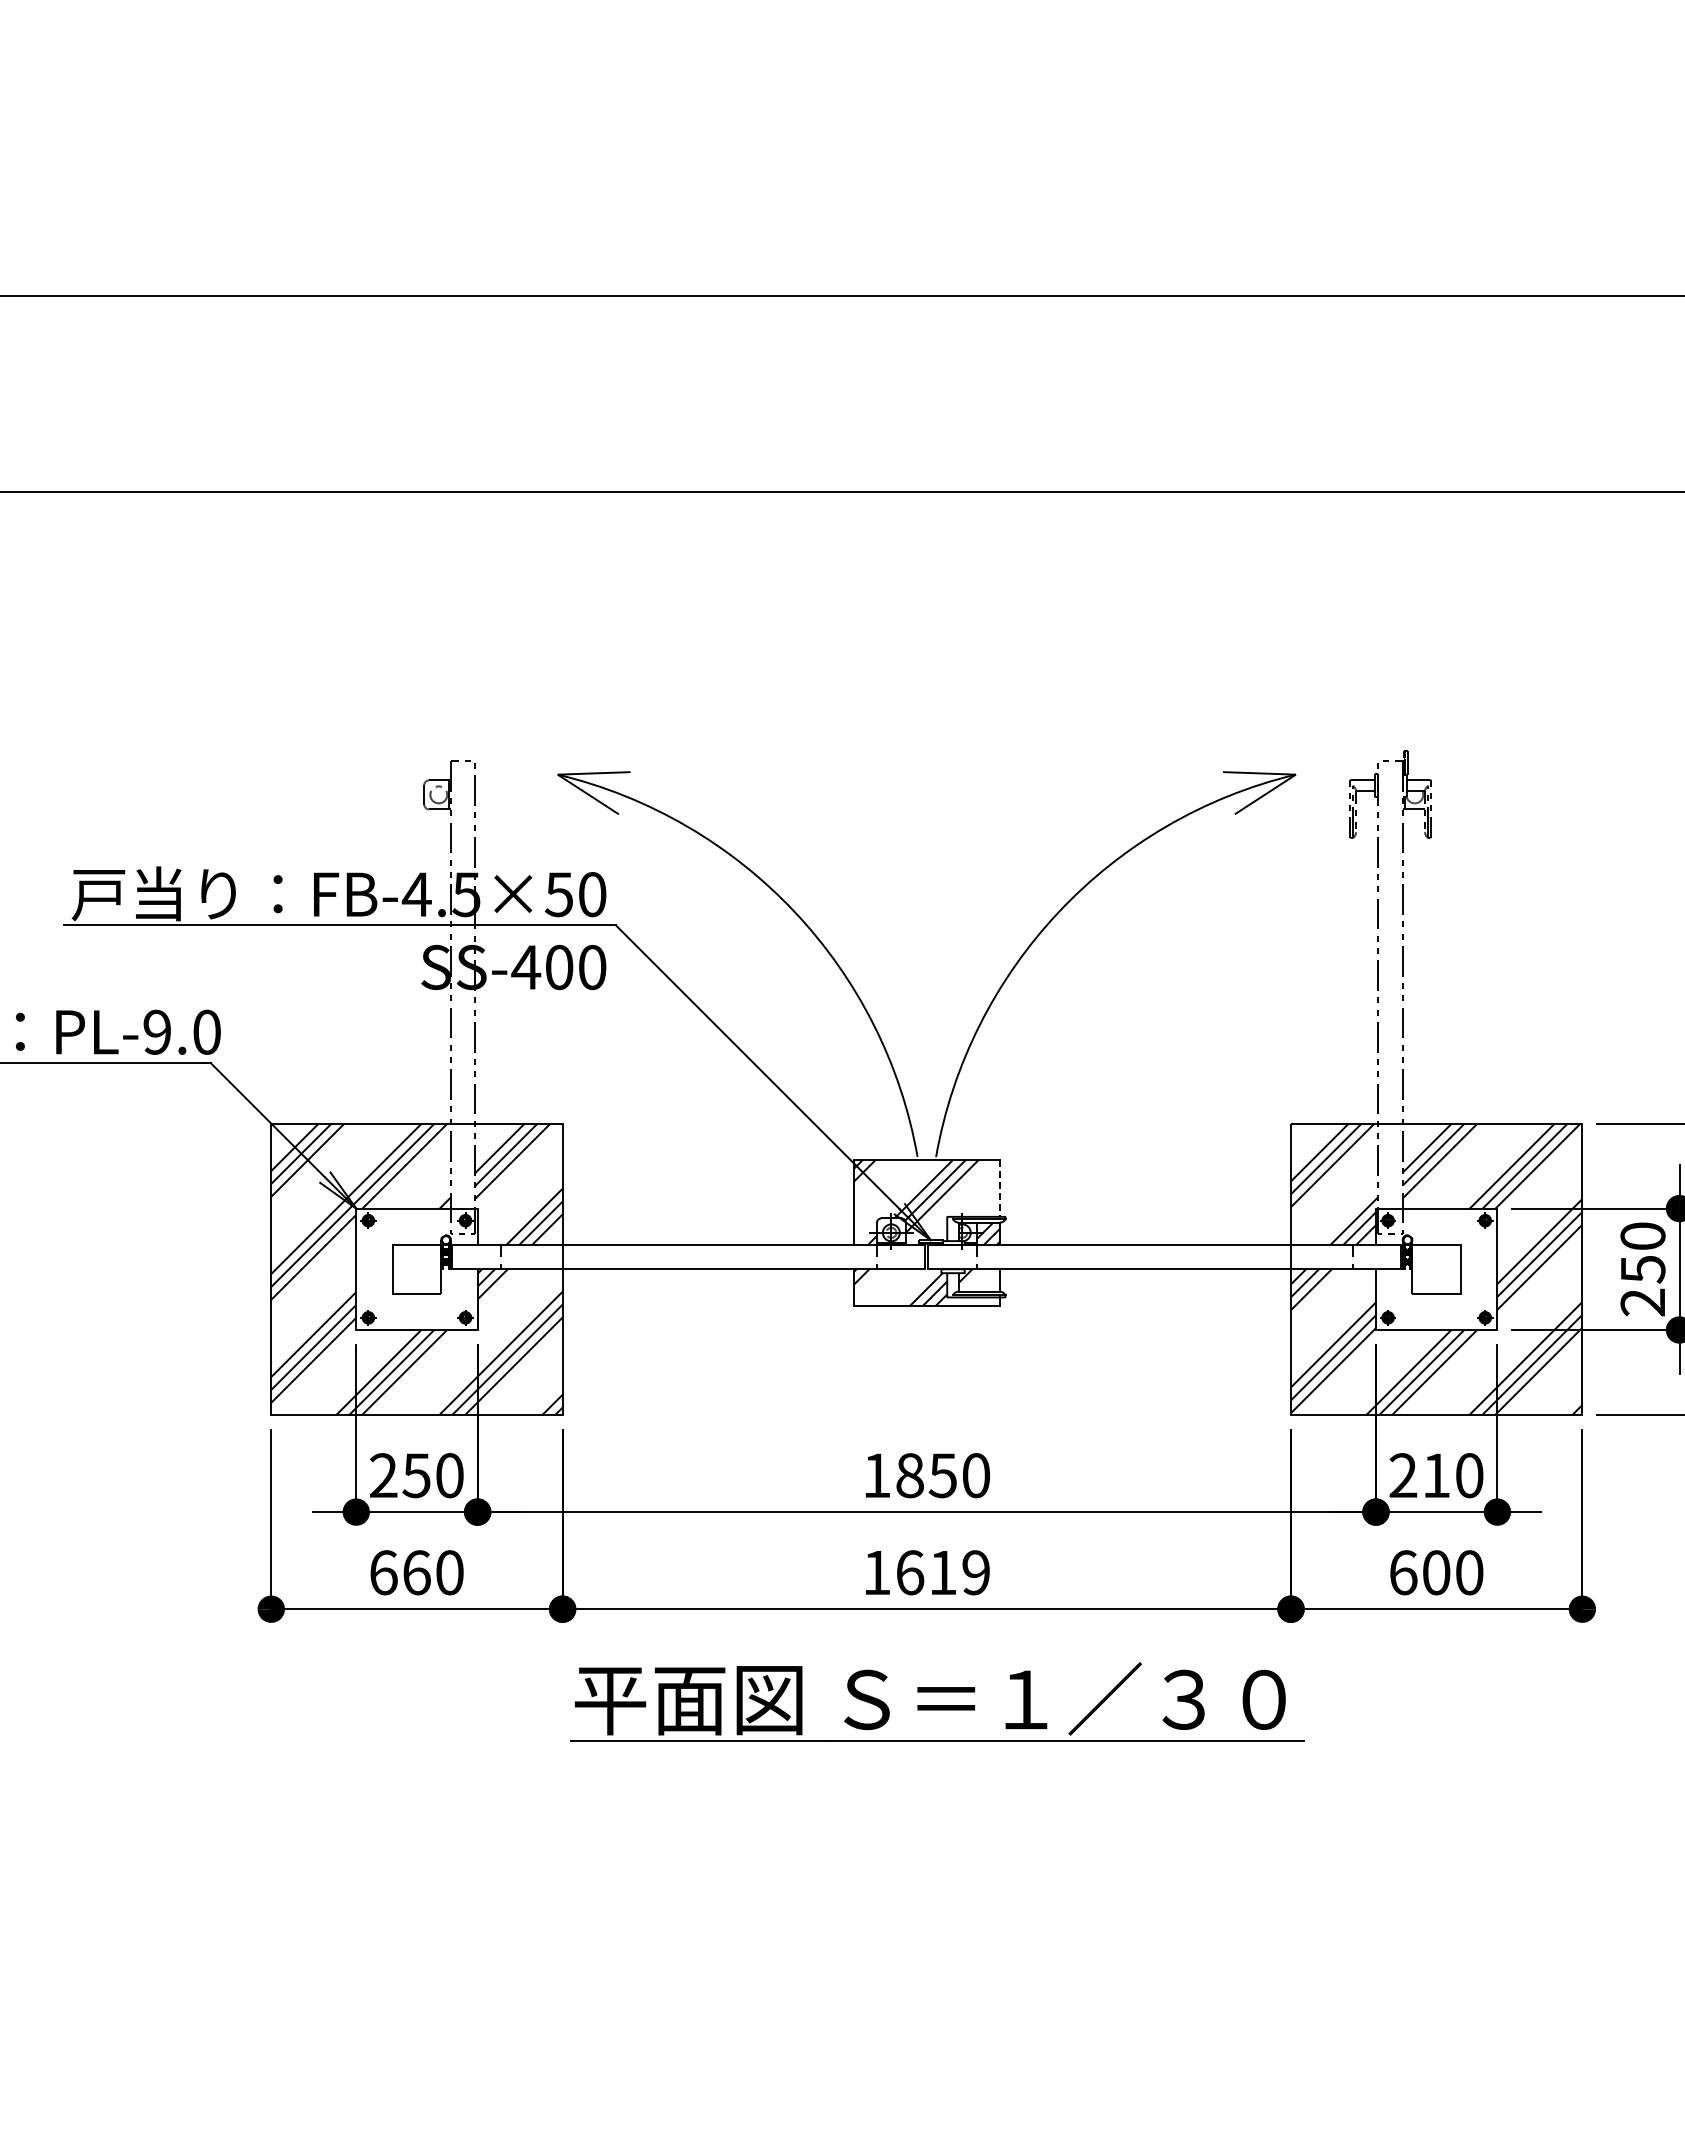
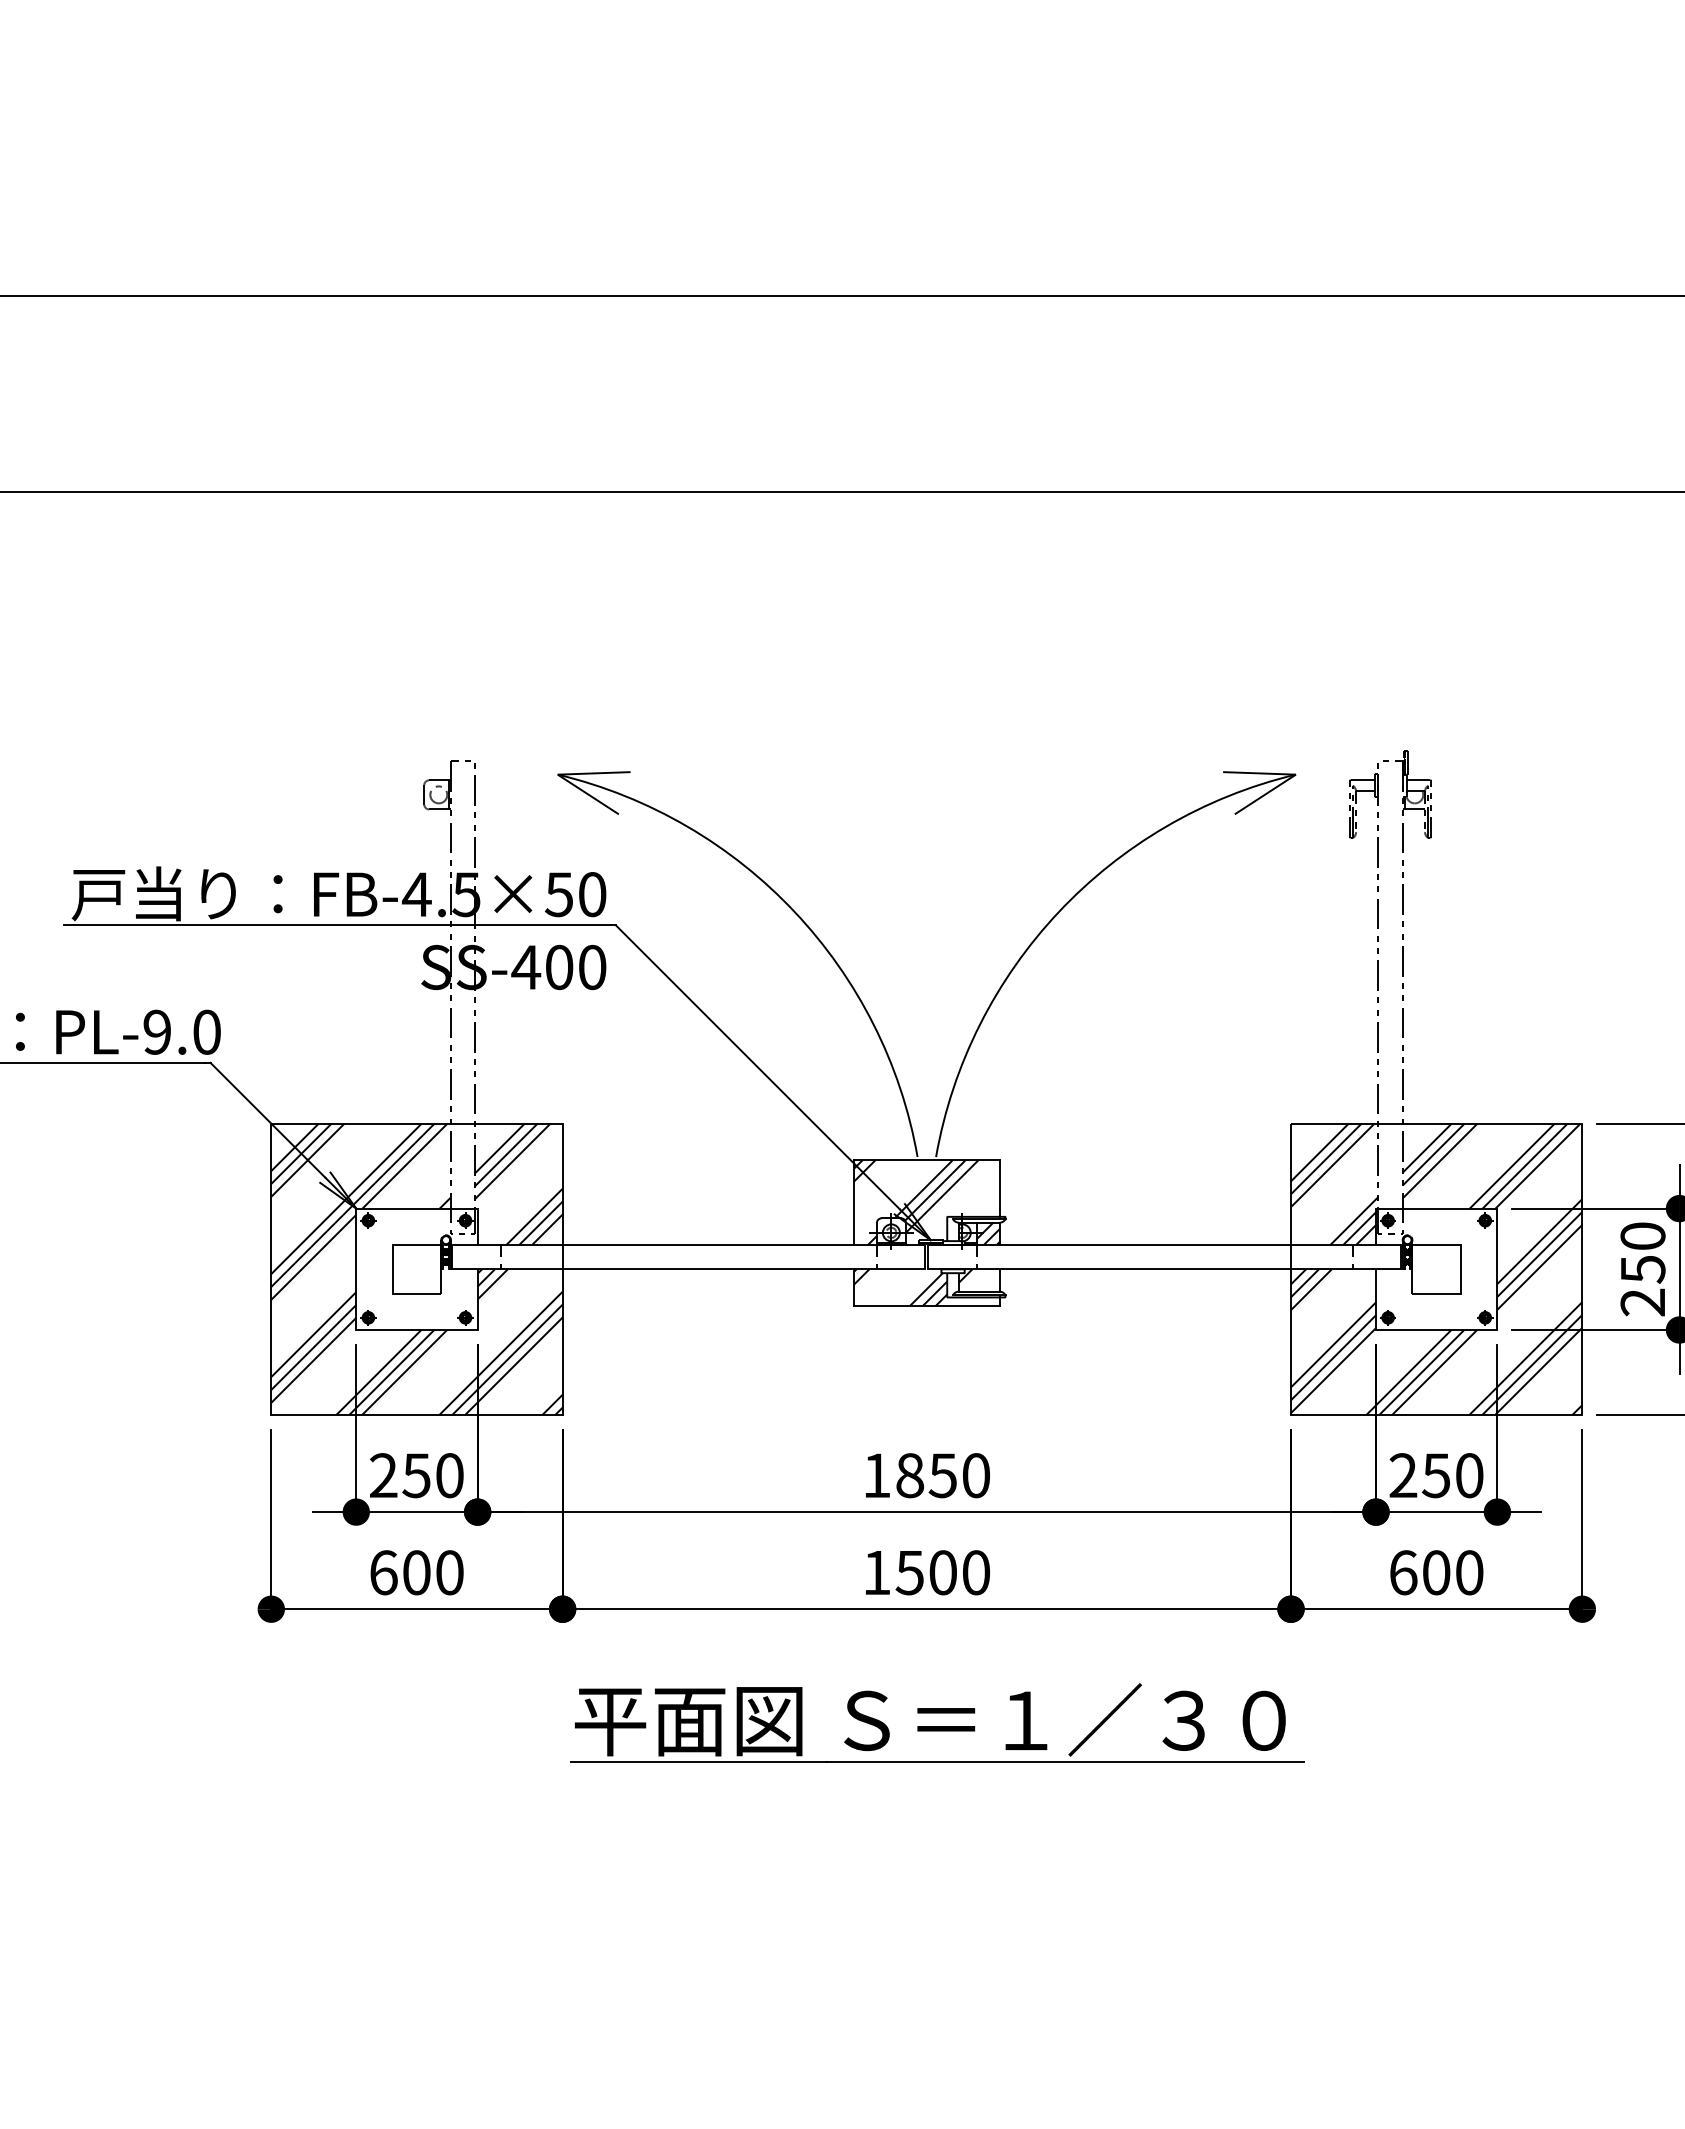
line at (999, 1188): dashed -> solid
text at (1435, 1475): 210 -> 250
text at (416, 1572): 660 -> 600
text at (942, 1572): 1619 -> 1500
part at (937, 1701) position: (937, 1701) -> (937, 1722)
